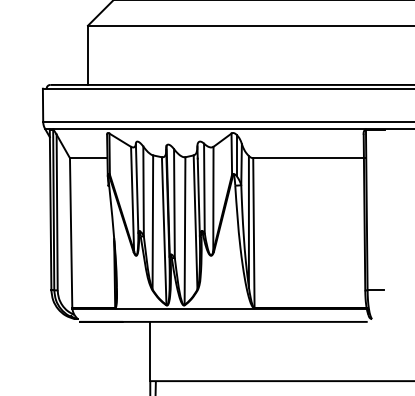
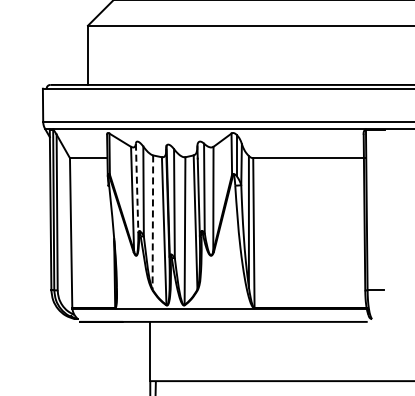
line at (137, 188): solid -> dashed
line at (152, 223): solid -> dashed
